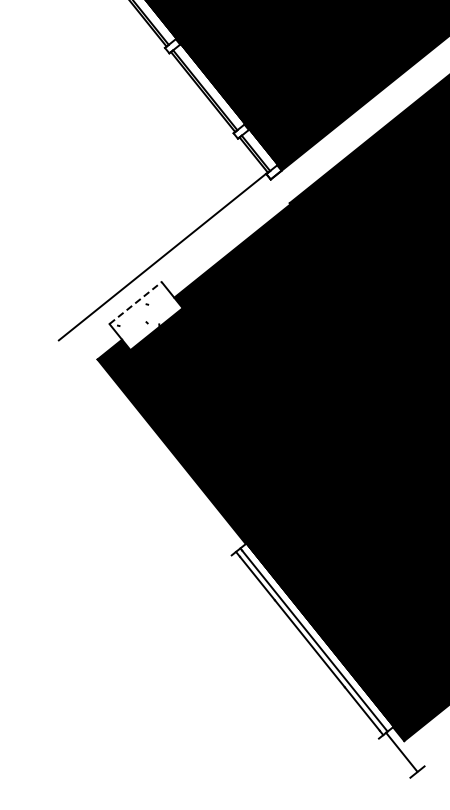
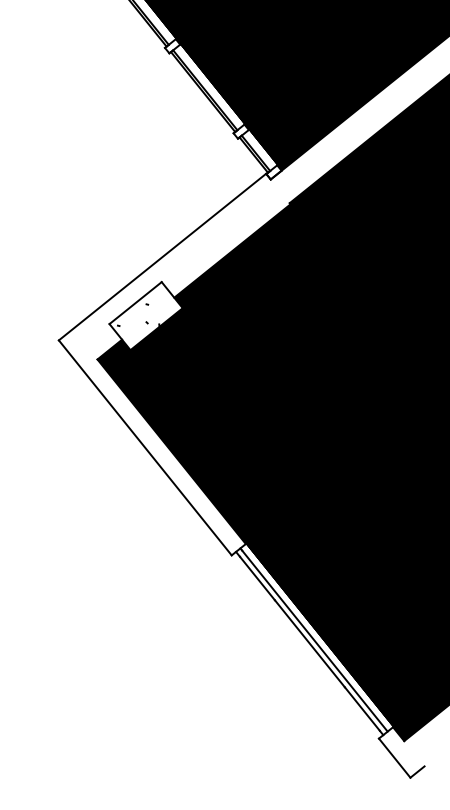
line at (136, 302): dashed -> solid
line at (144, 447): none -> present
line at (401, 751) position: (401, 751) -> (394, 757)
